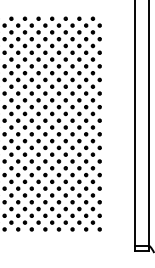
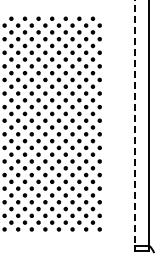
line at (135, 123): solid -> dashed
